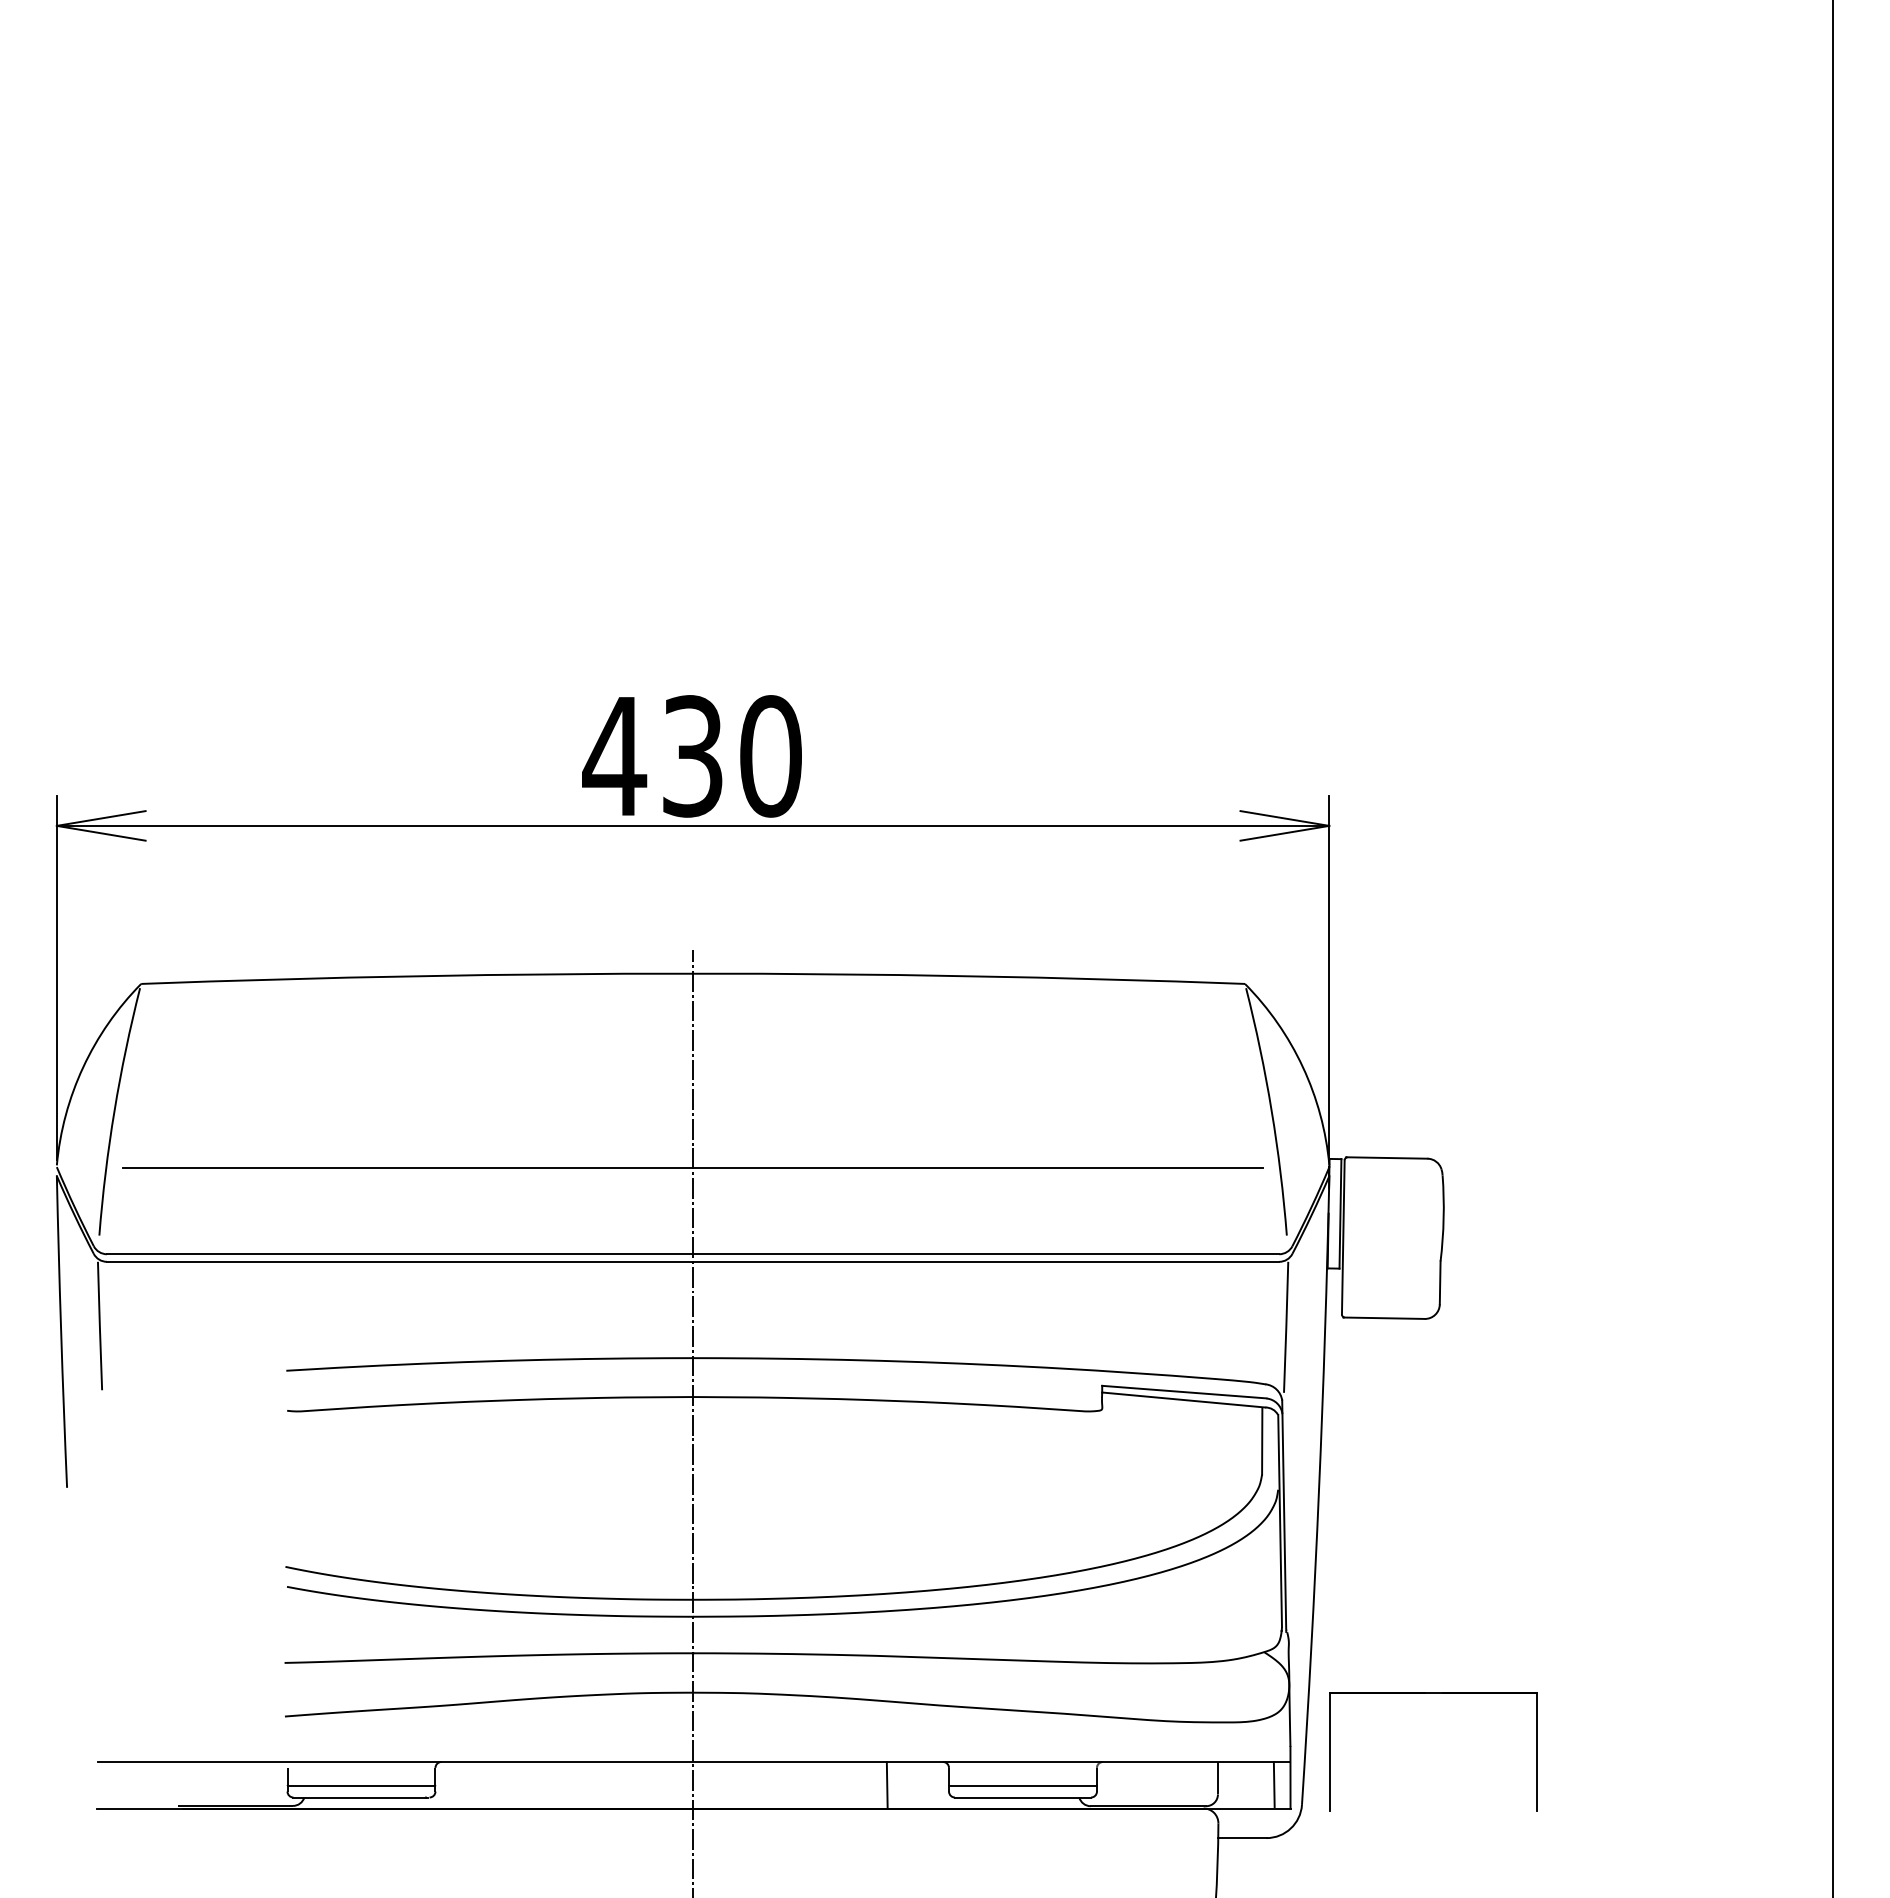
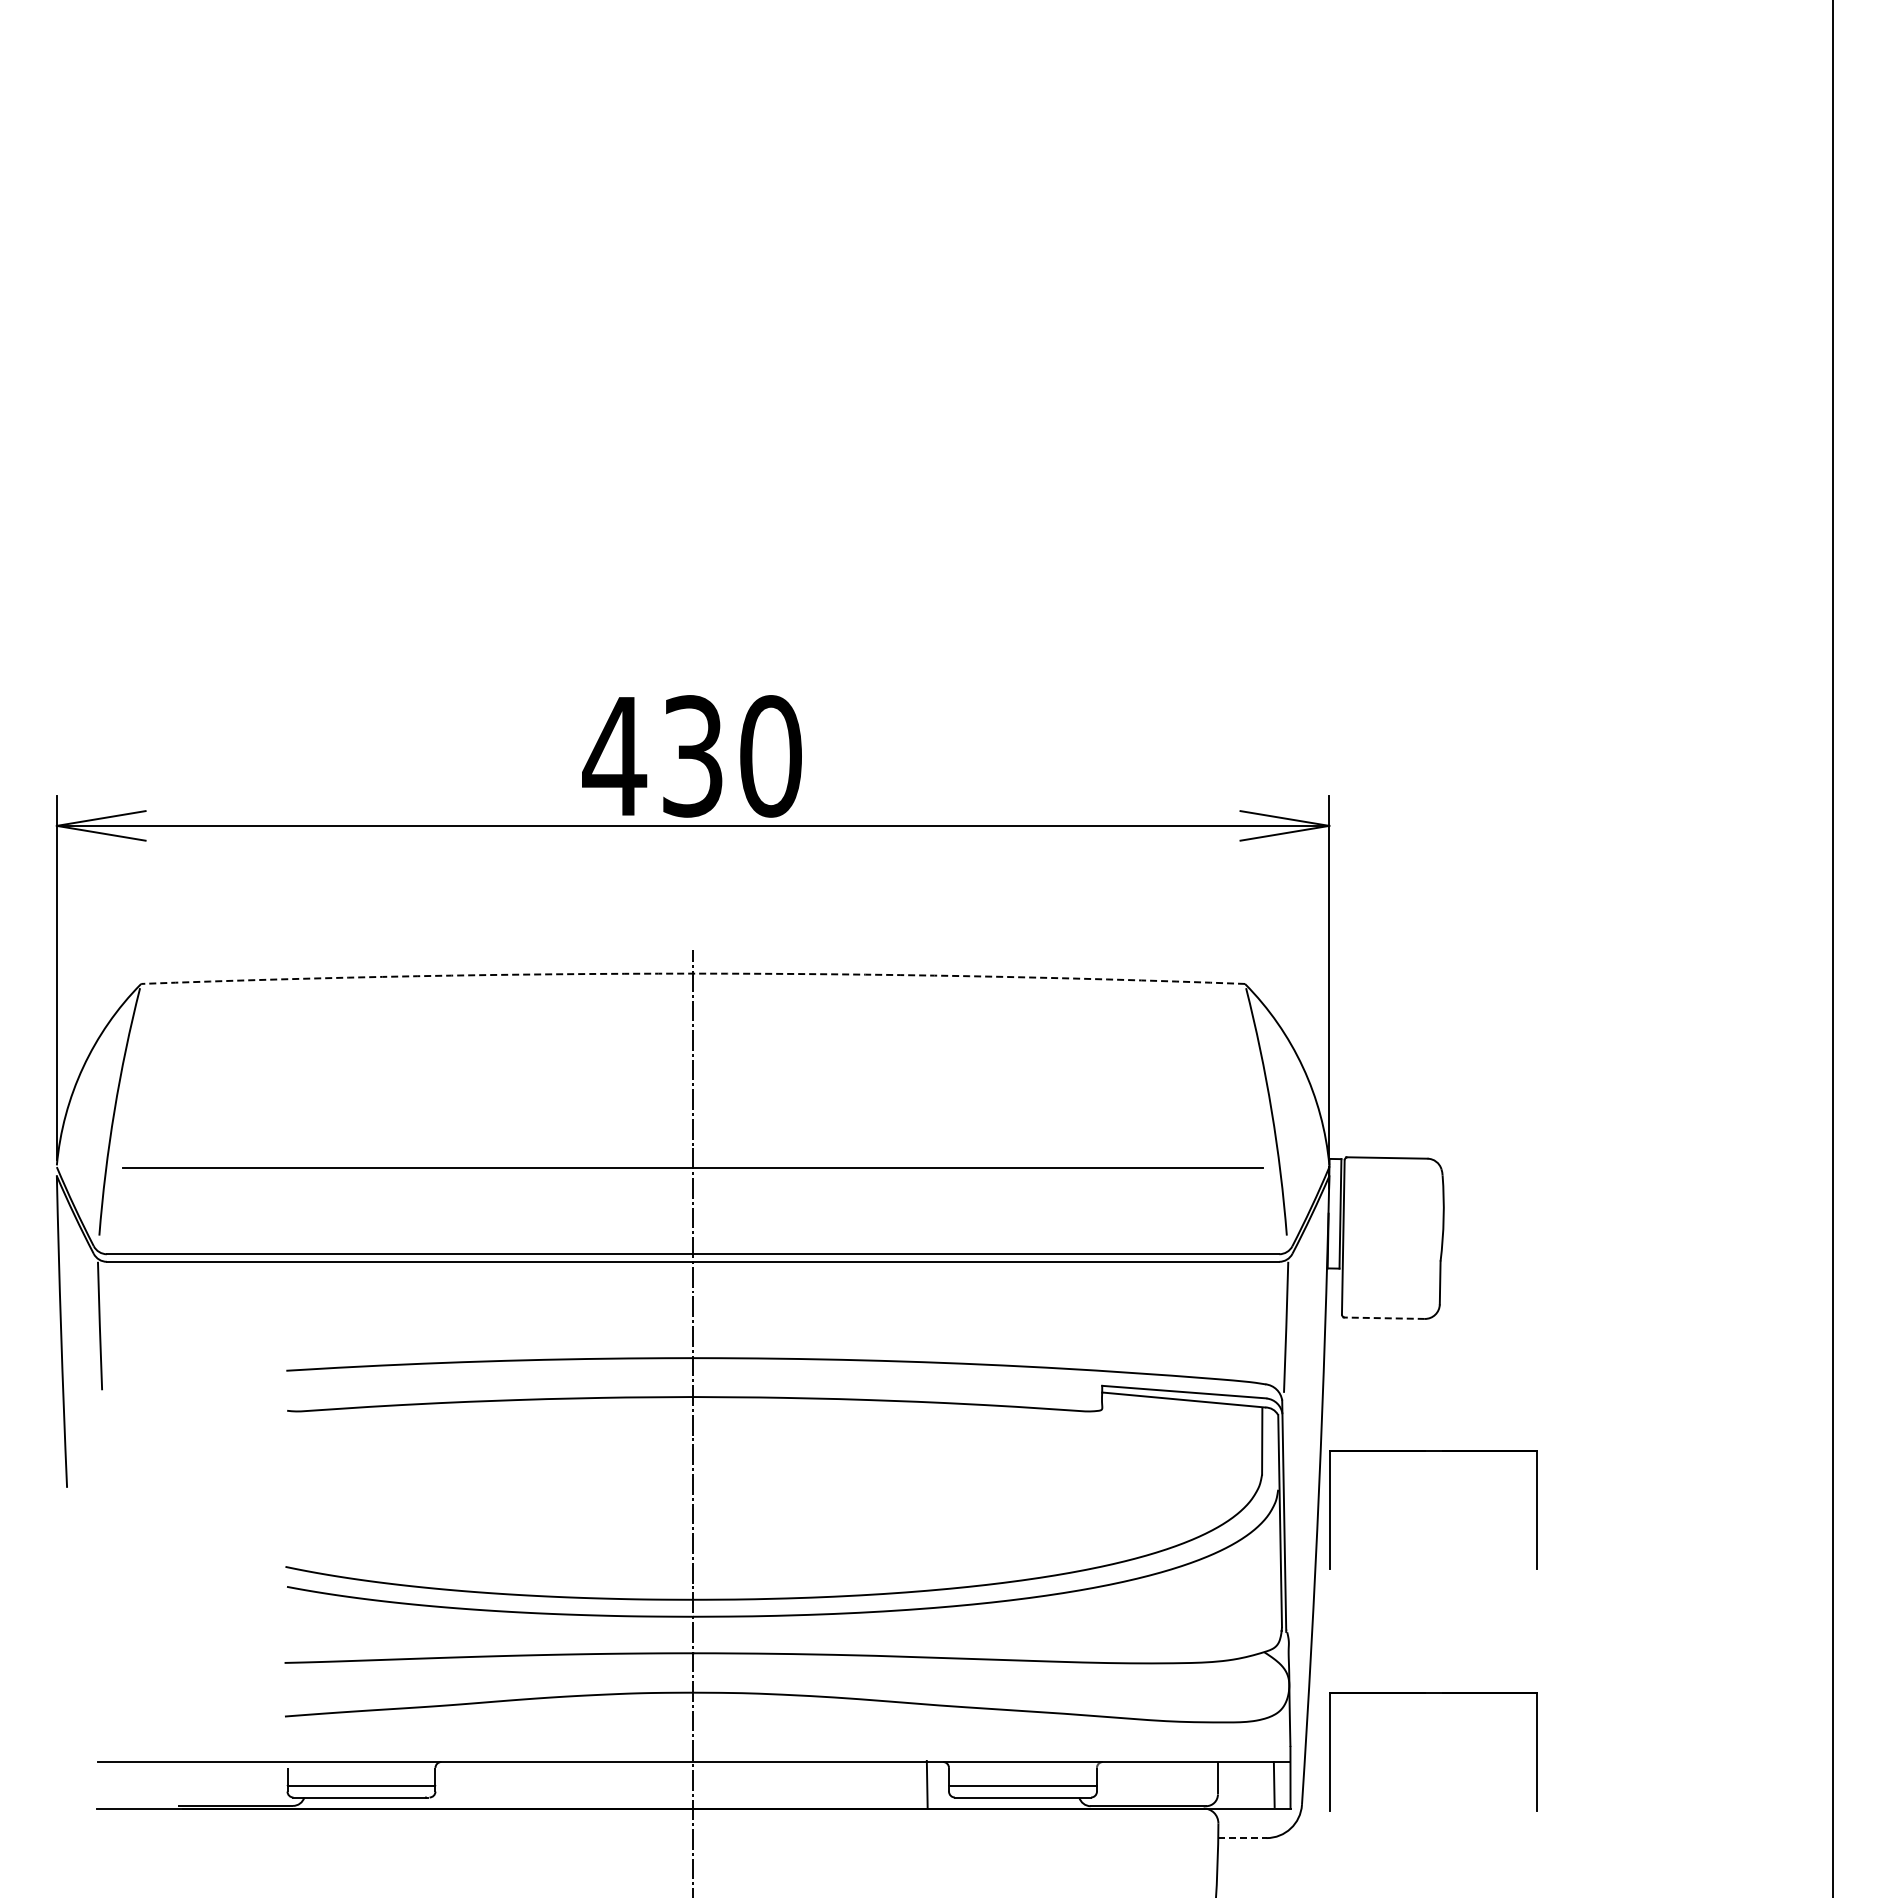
arc at (693, 973): solid -> dashed
line at (1384, 1318): solid -> dashed
part at (1433, 1451): none -> present
line at (886, 1784) position: (886, 1784) -> (926, 1783)
line at (1242, 1838): solid -> dashed
